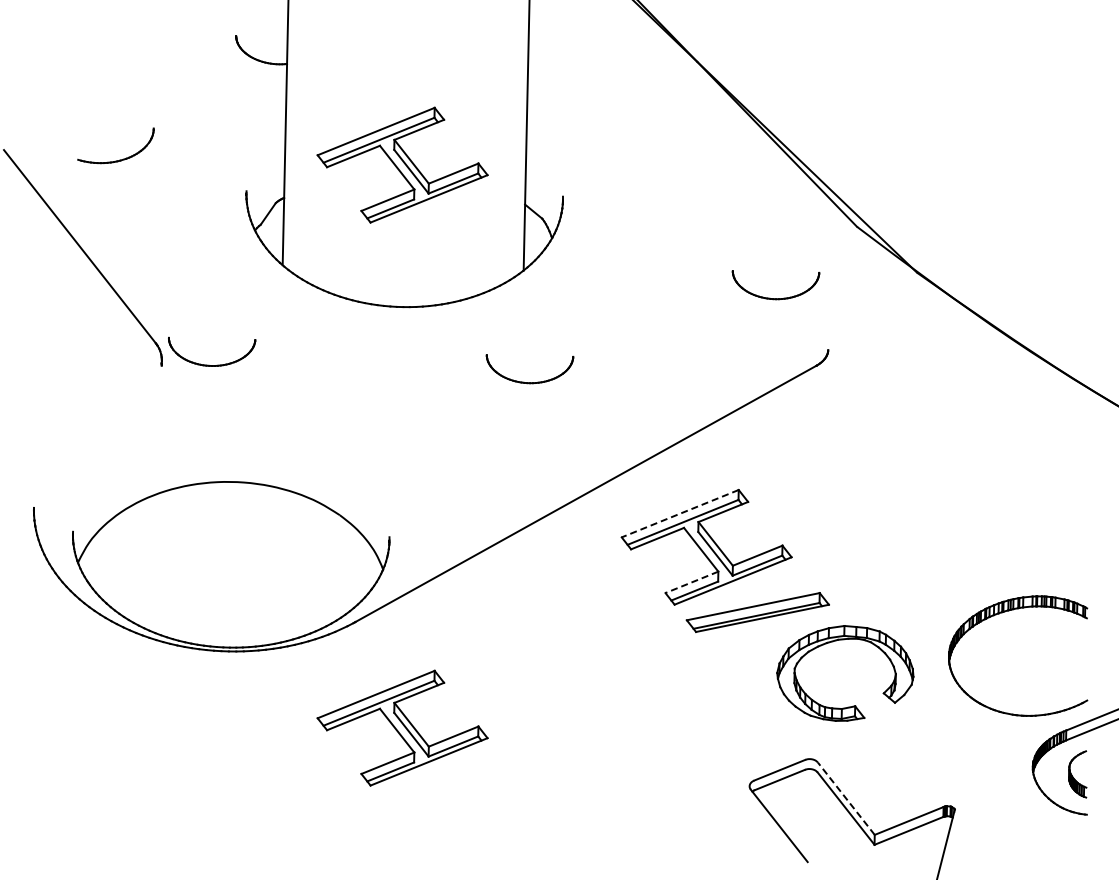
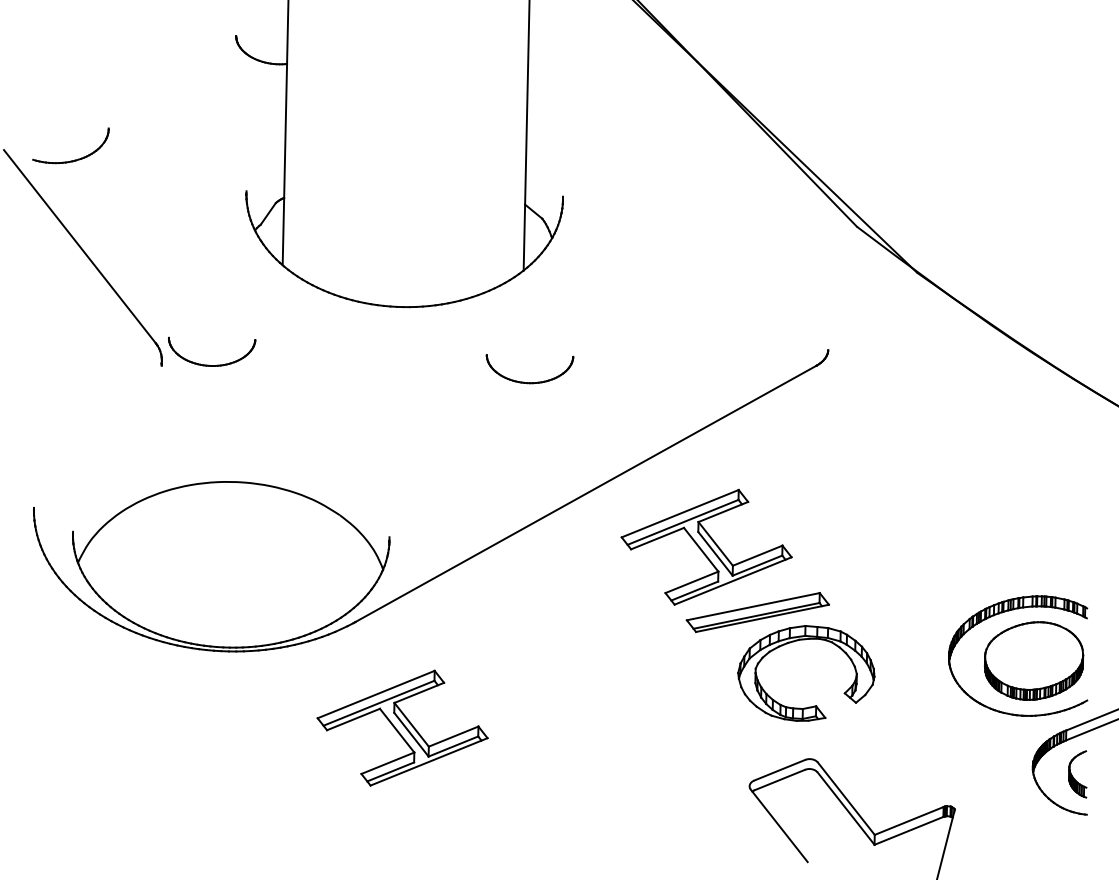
part at (119, 159) position: (119, 159) -> (74, 159)
part at (402, 164): present -> none
part at (775, 298): present -> none
line at (679, 513): dashed -> solid
line at (691, 582): dashed -> solid
part at (1034, 660): none -> present
part at (853, 705) position: (853, 705) -> (814, 705)
line at (846, 798): dashed -> solid
